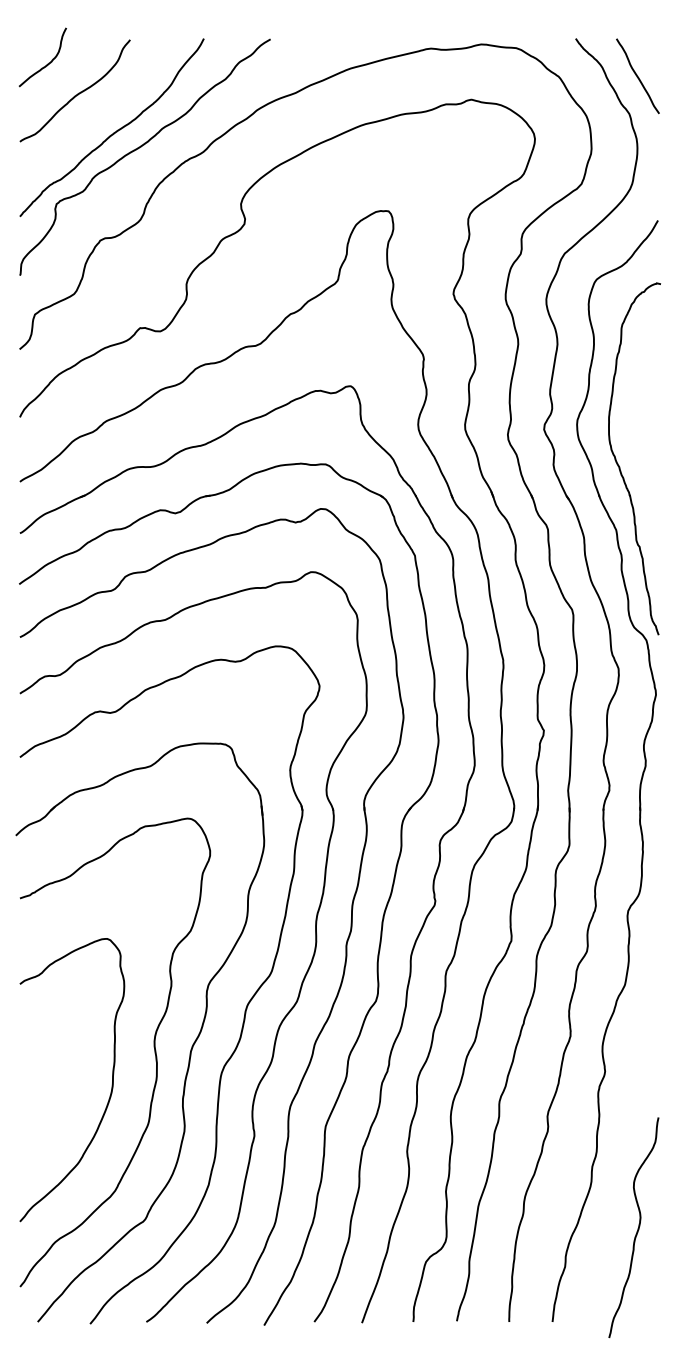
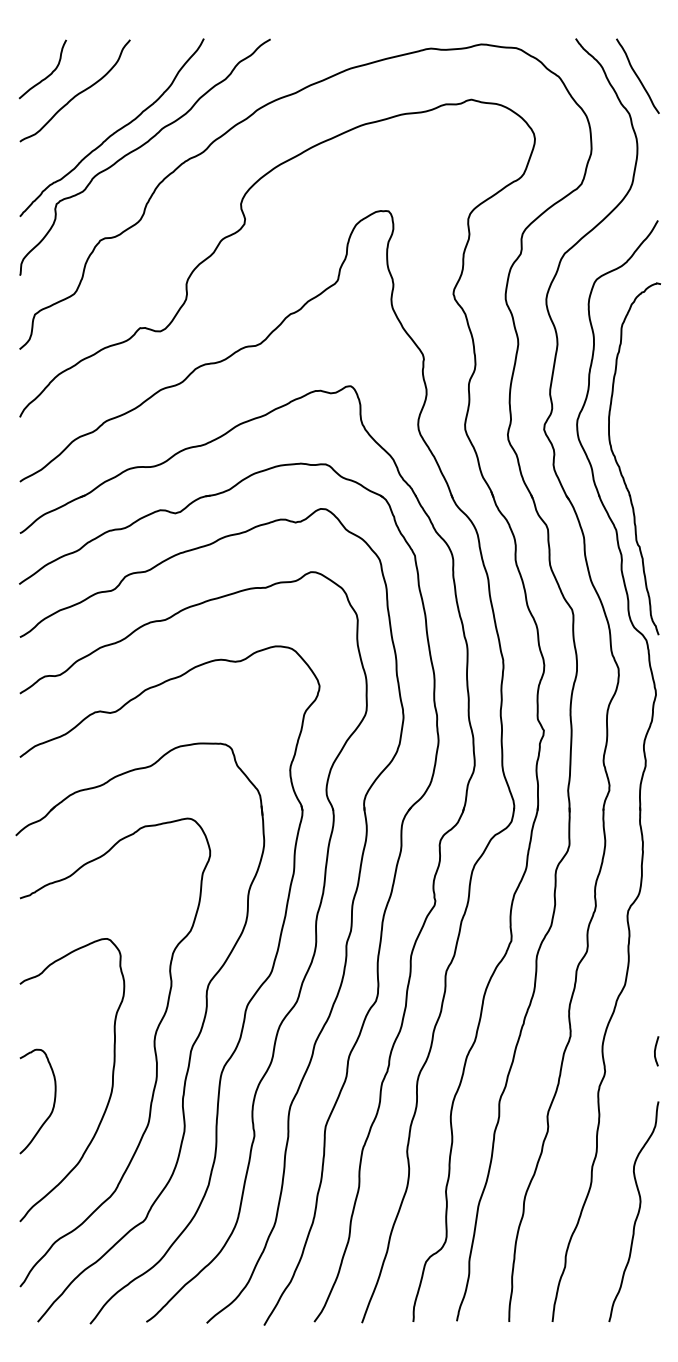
curve at (47, 63) position: (47, 63) -> (47, 75)
curve at (655, 1051): none -> present
curve at (53, 1101): none -> present
curve at (637, 1228) position: (637, 1228) -> (637, 1212)
